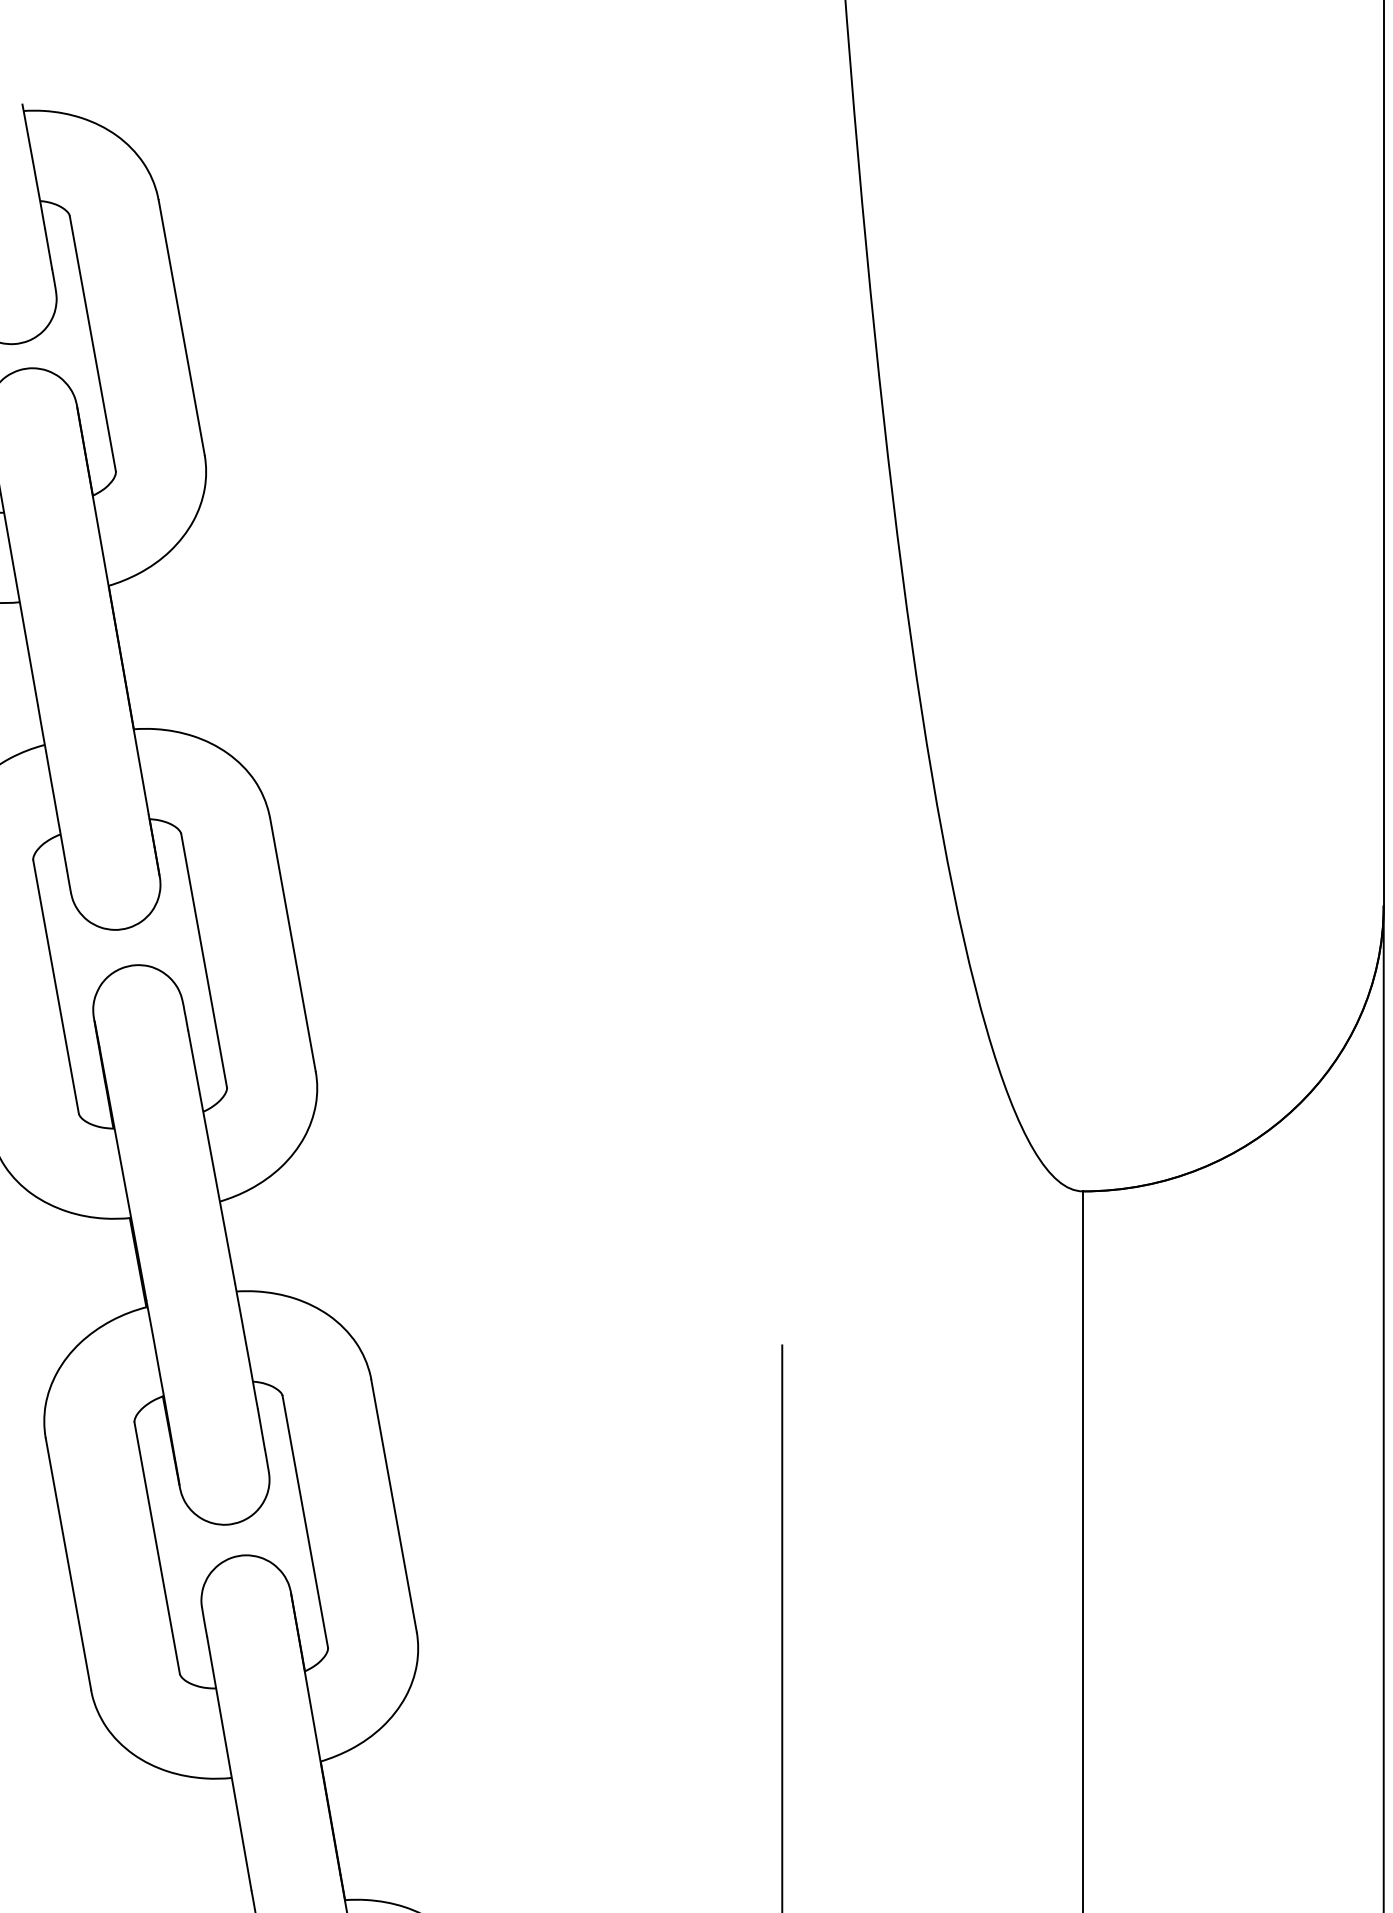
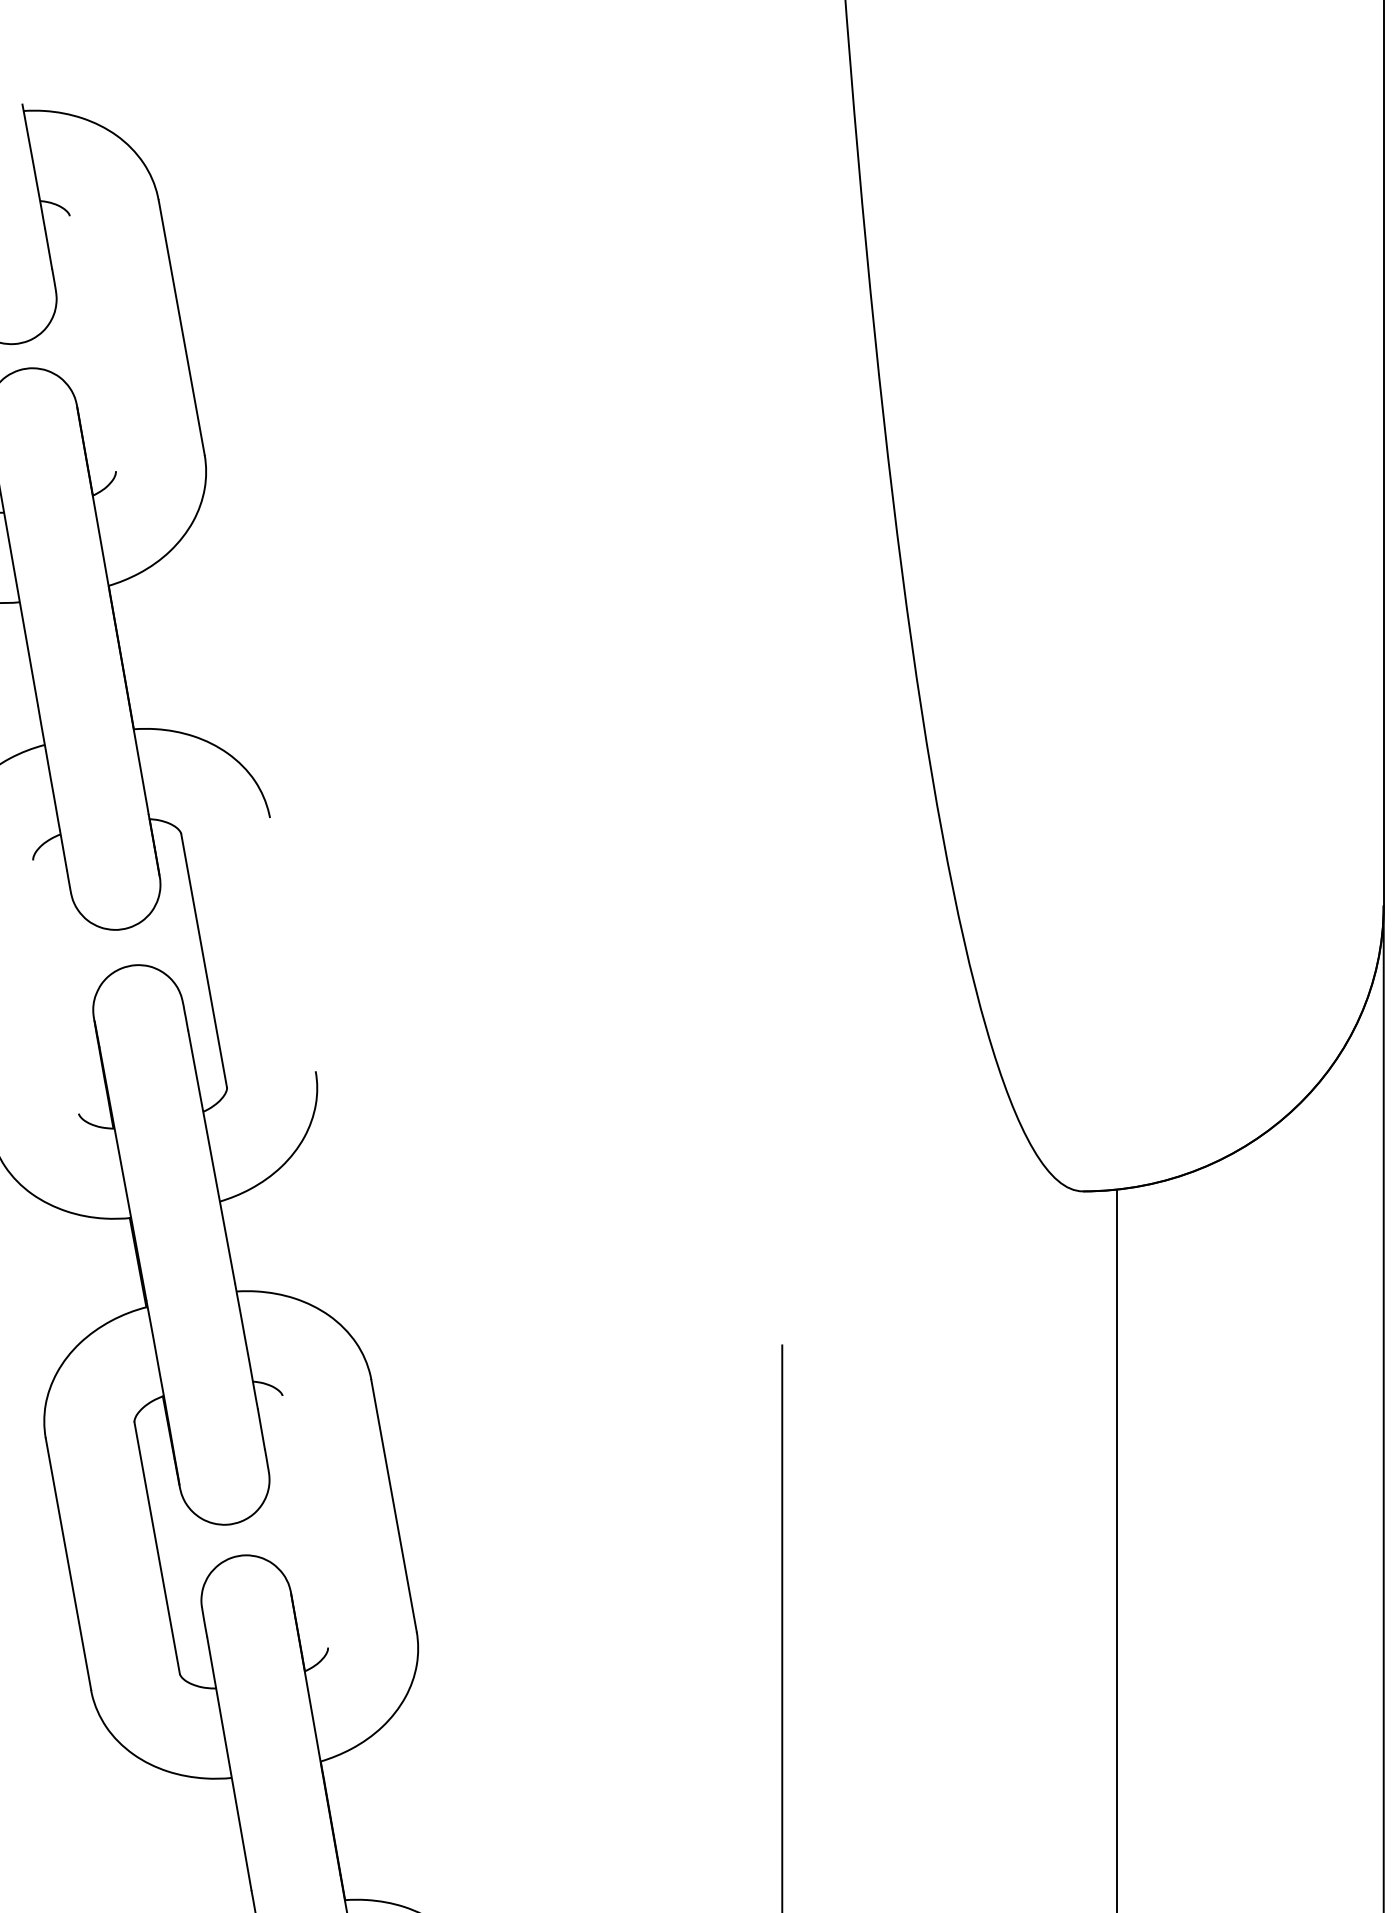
line at (92, 343): present -> none
line at (292, 944): present -> none
line at (55, 986): present -> none
line at (305, 1521): present -> none
line at (1082, 1550) position: (1082, 1550) -> (1116, 1550)
